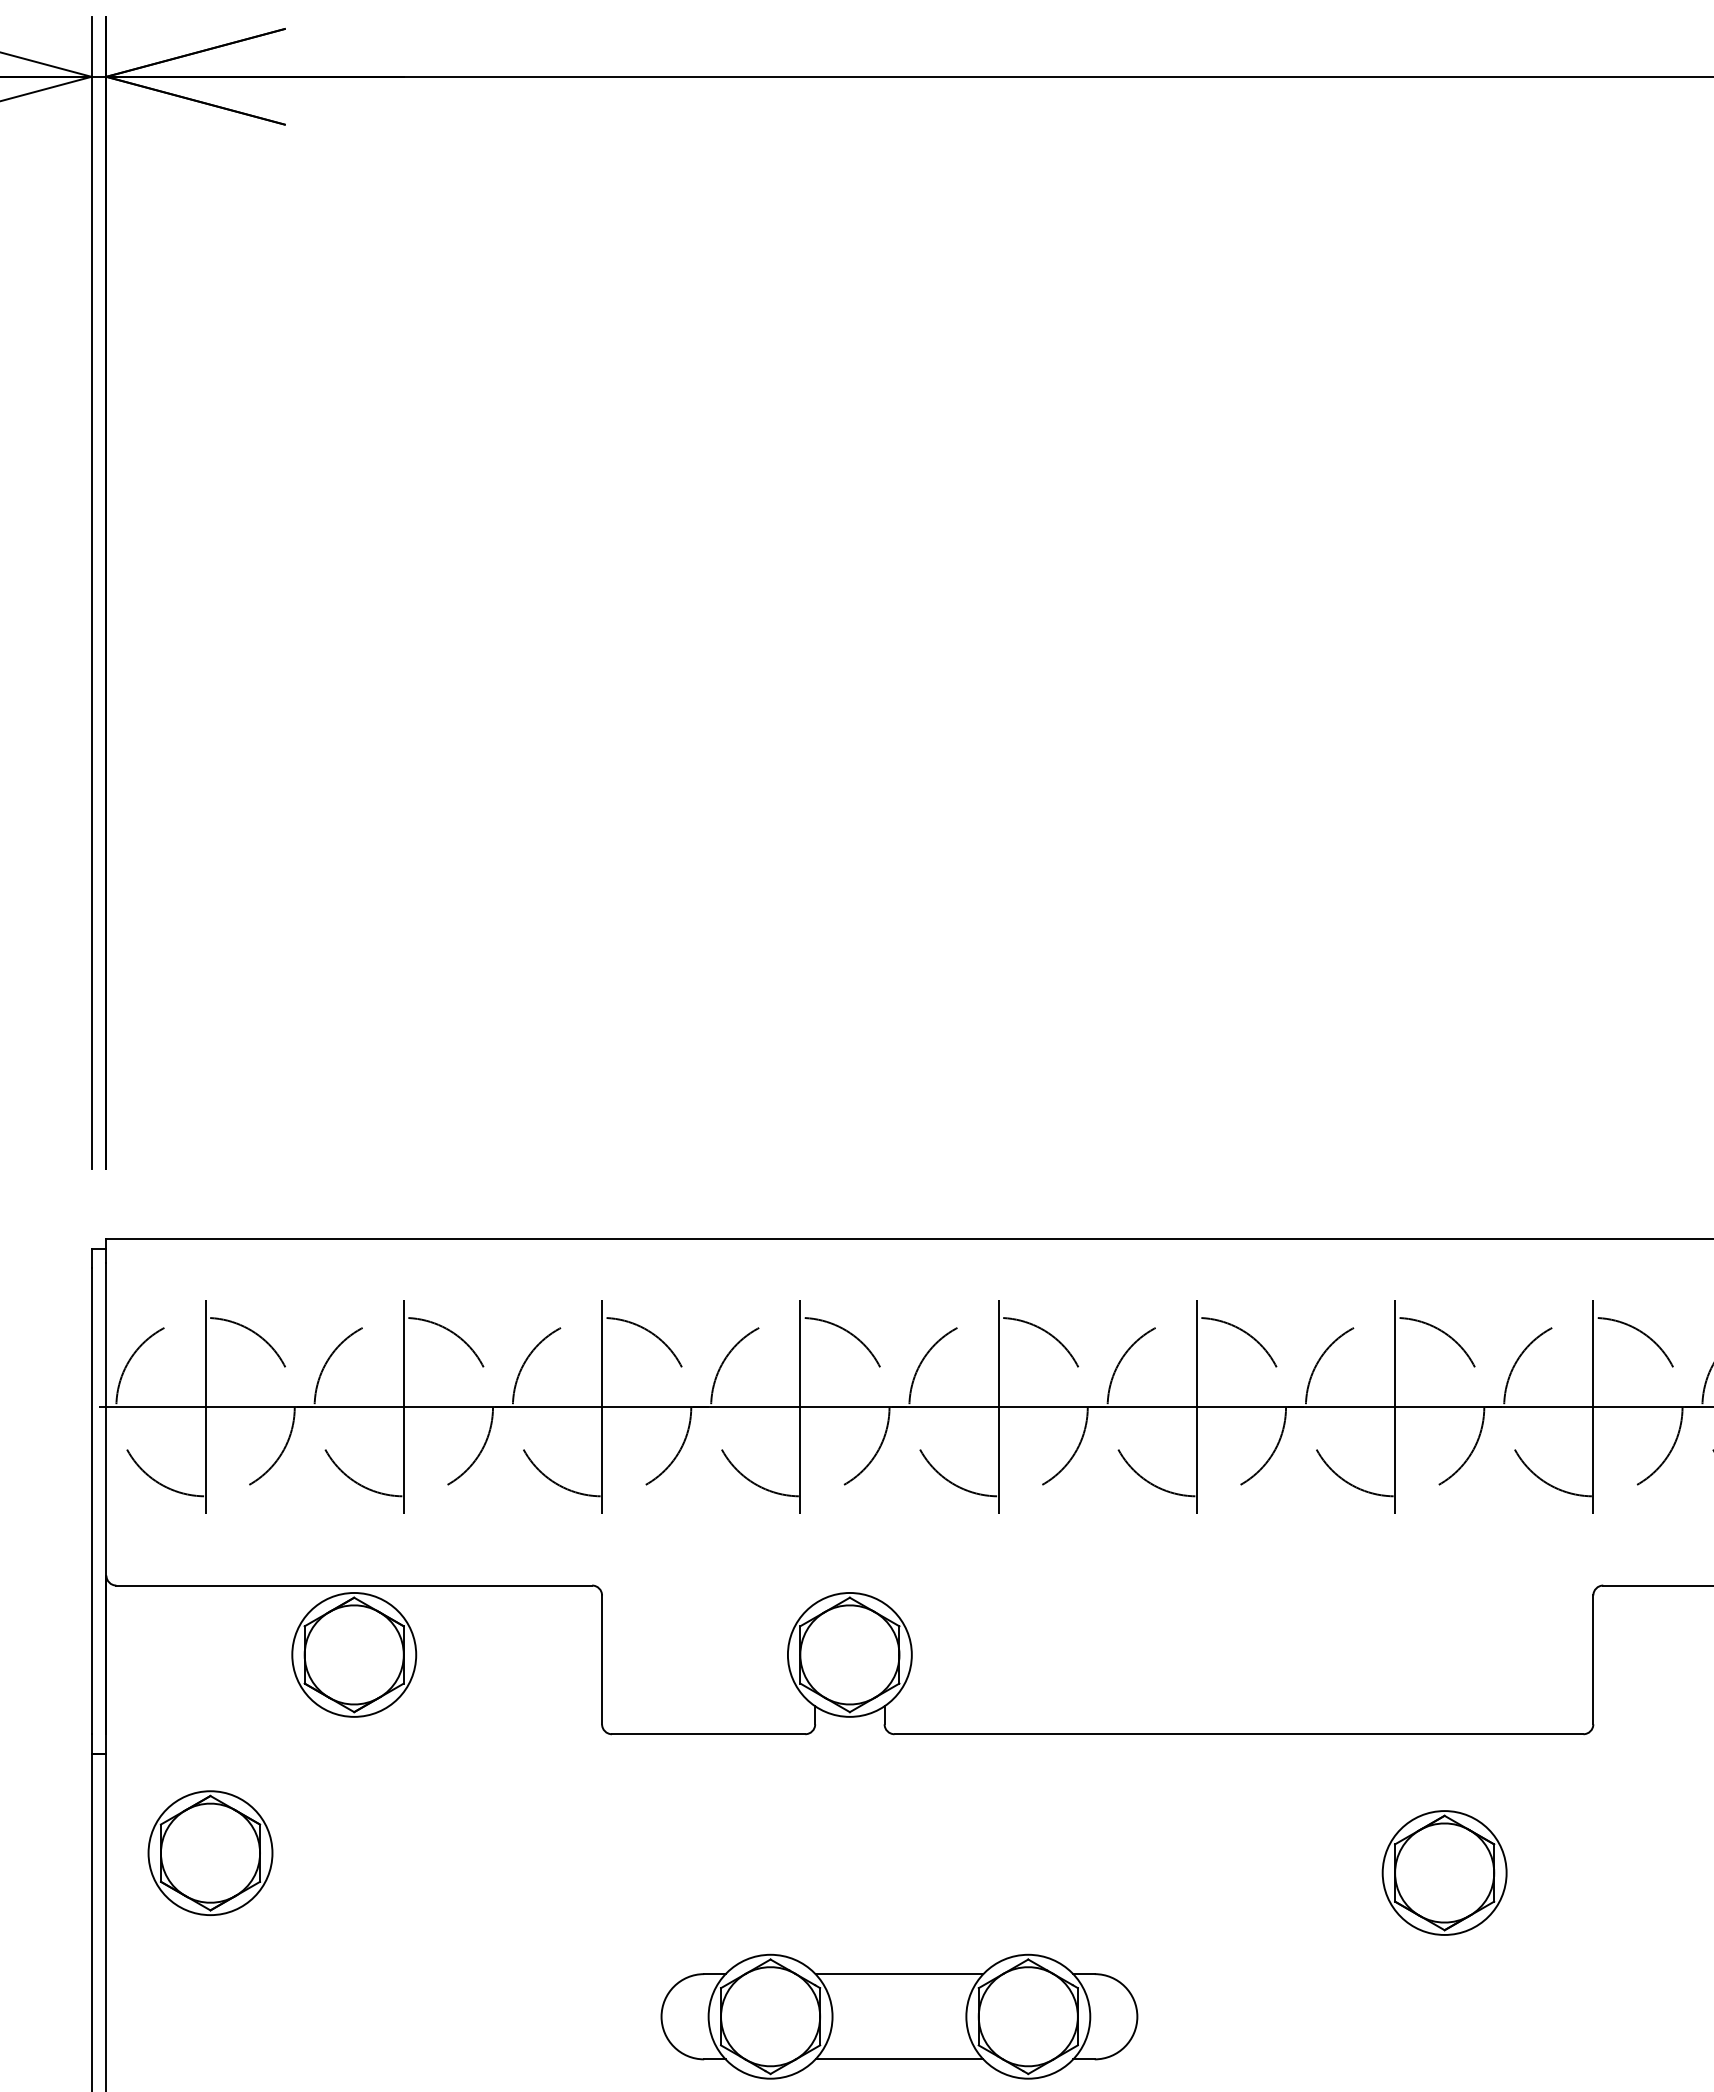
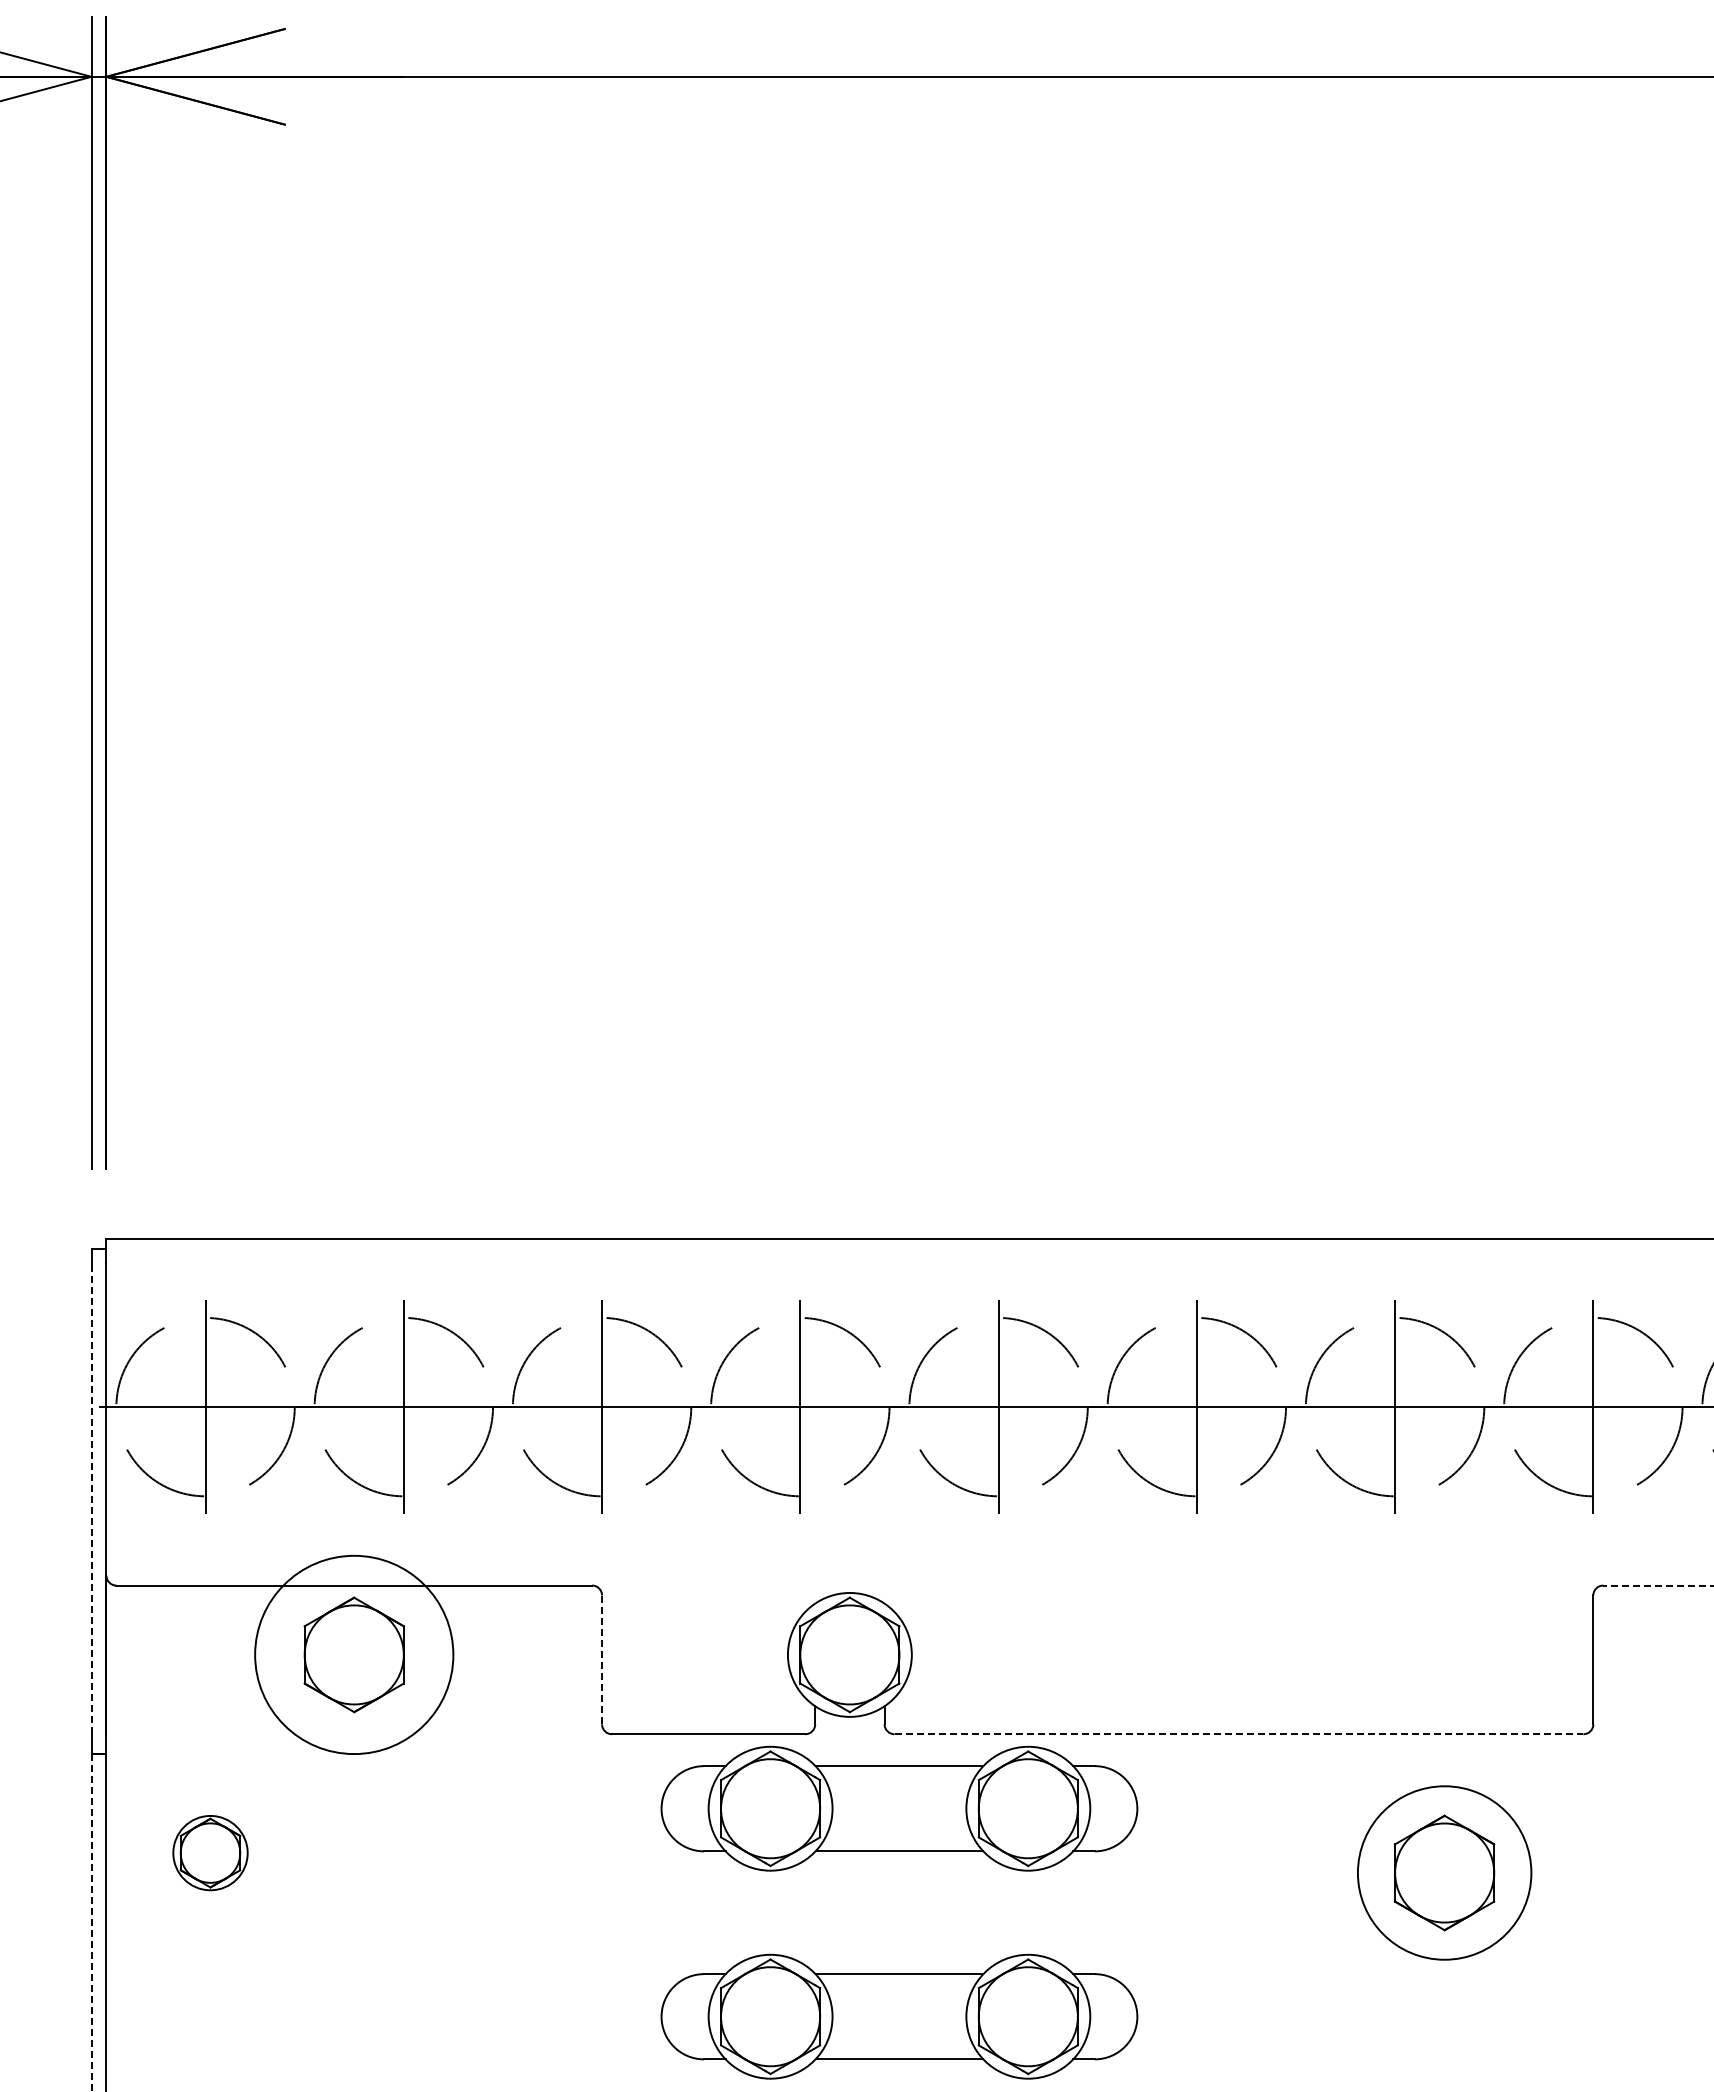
line at (91, 1501): solid -> dashed
line at (1658, 1585): solid -> dashed
circle at (354, 1654) diameter: 124 px -> 198 px
line at (602, 1659): solid -> dashed
line at (1239, 1734): solid -> dashed
part at (899, 1808): none -> present
part at (210, 1852) size: 127x126 px -> 77x77 px
circle at (1444, 1872) diameter: 124 px -> 173 px
line at (91, 1922): solid -> dashed
